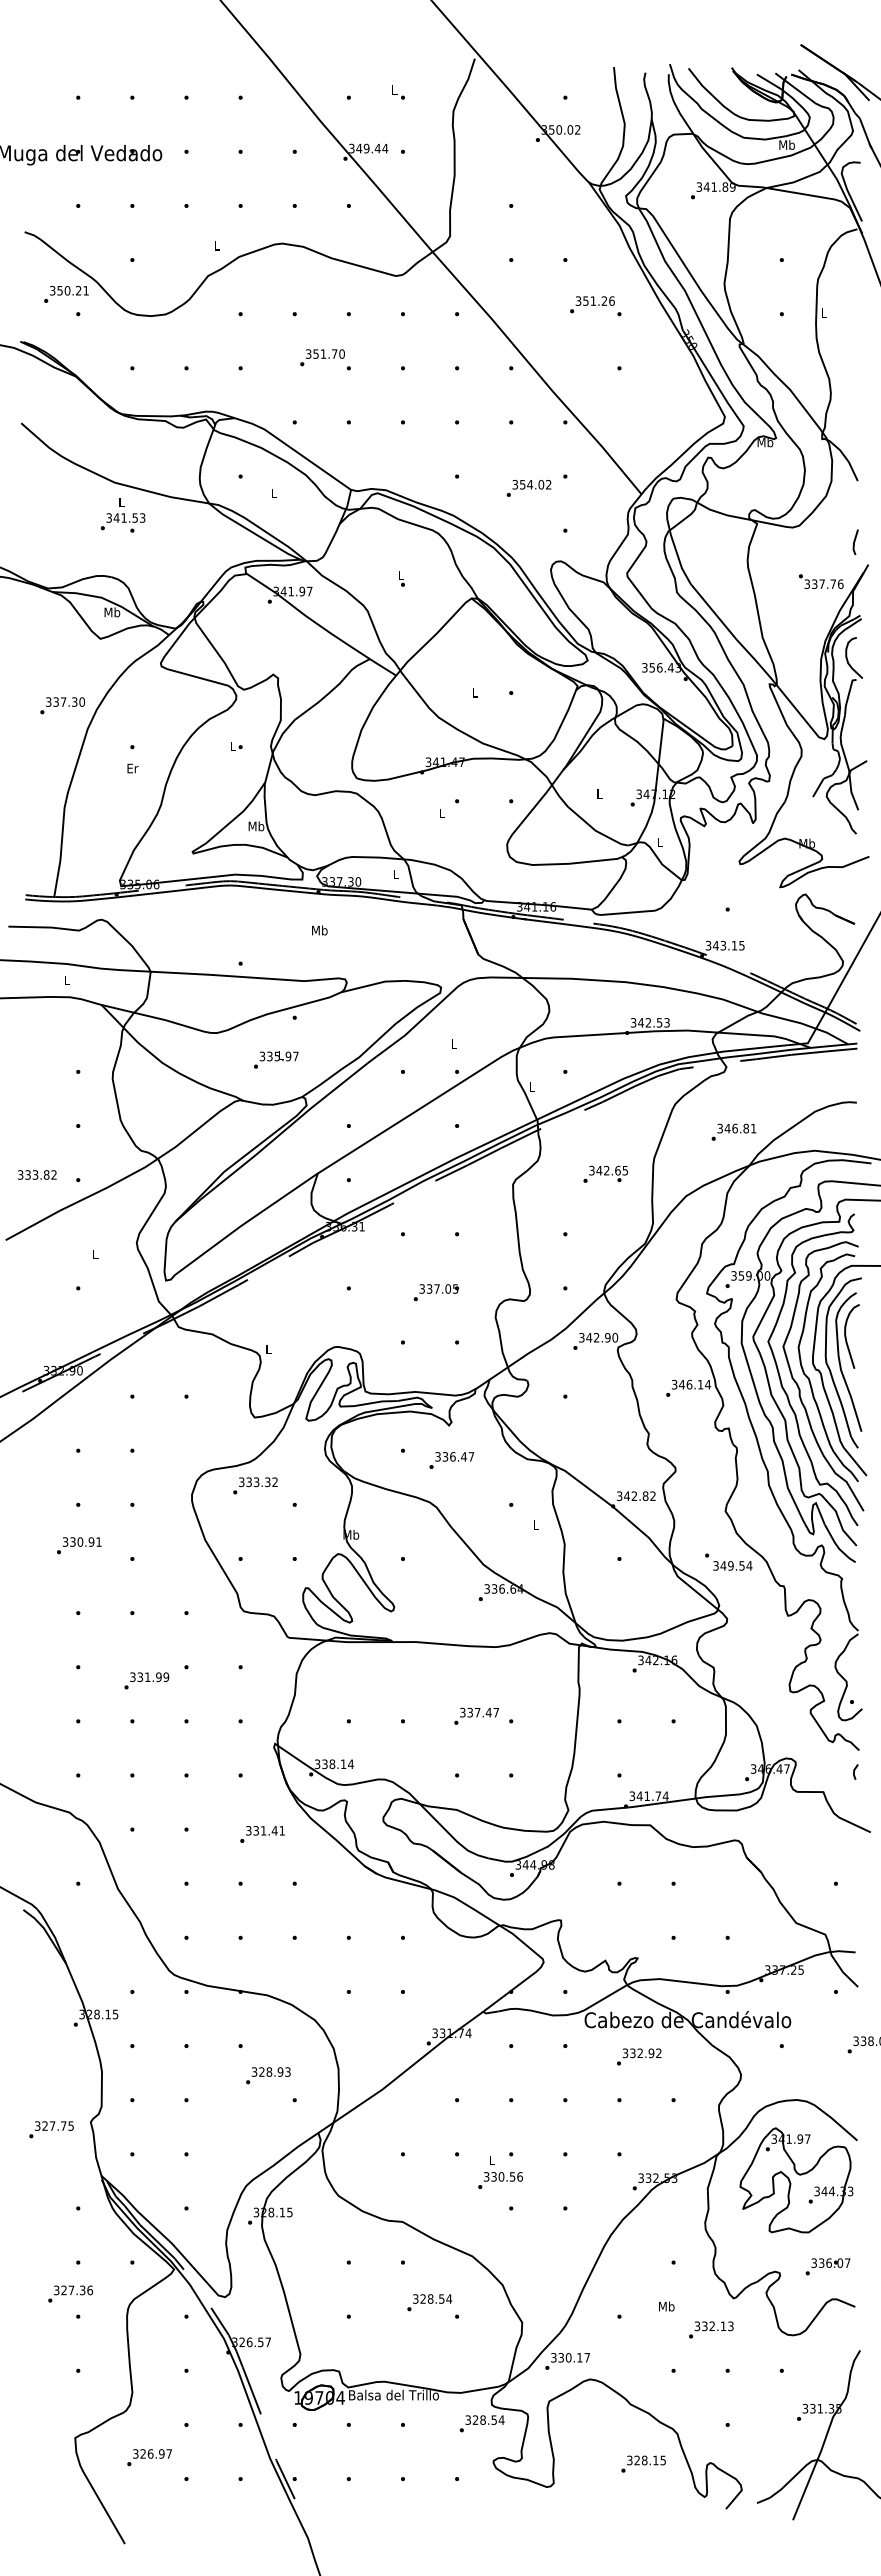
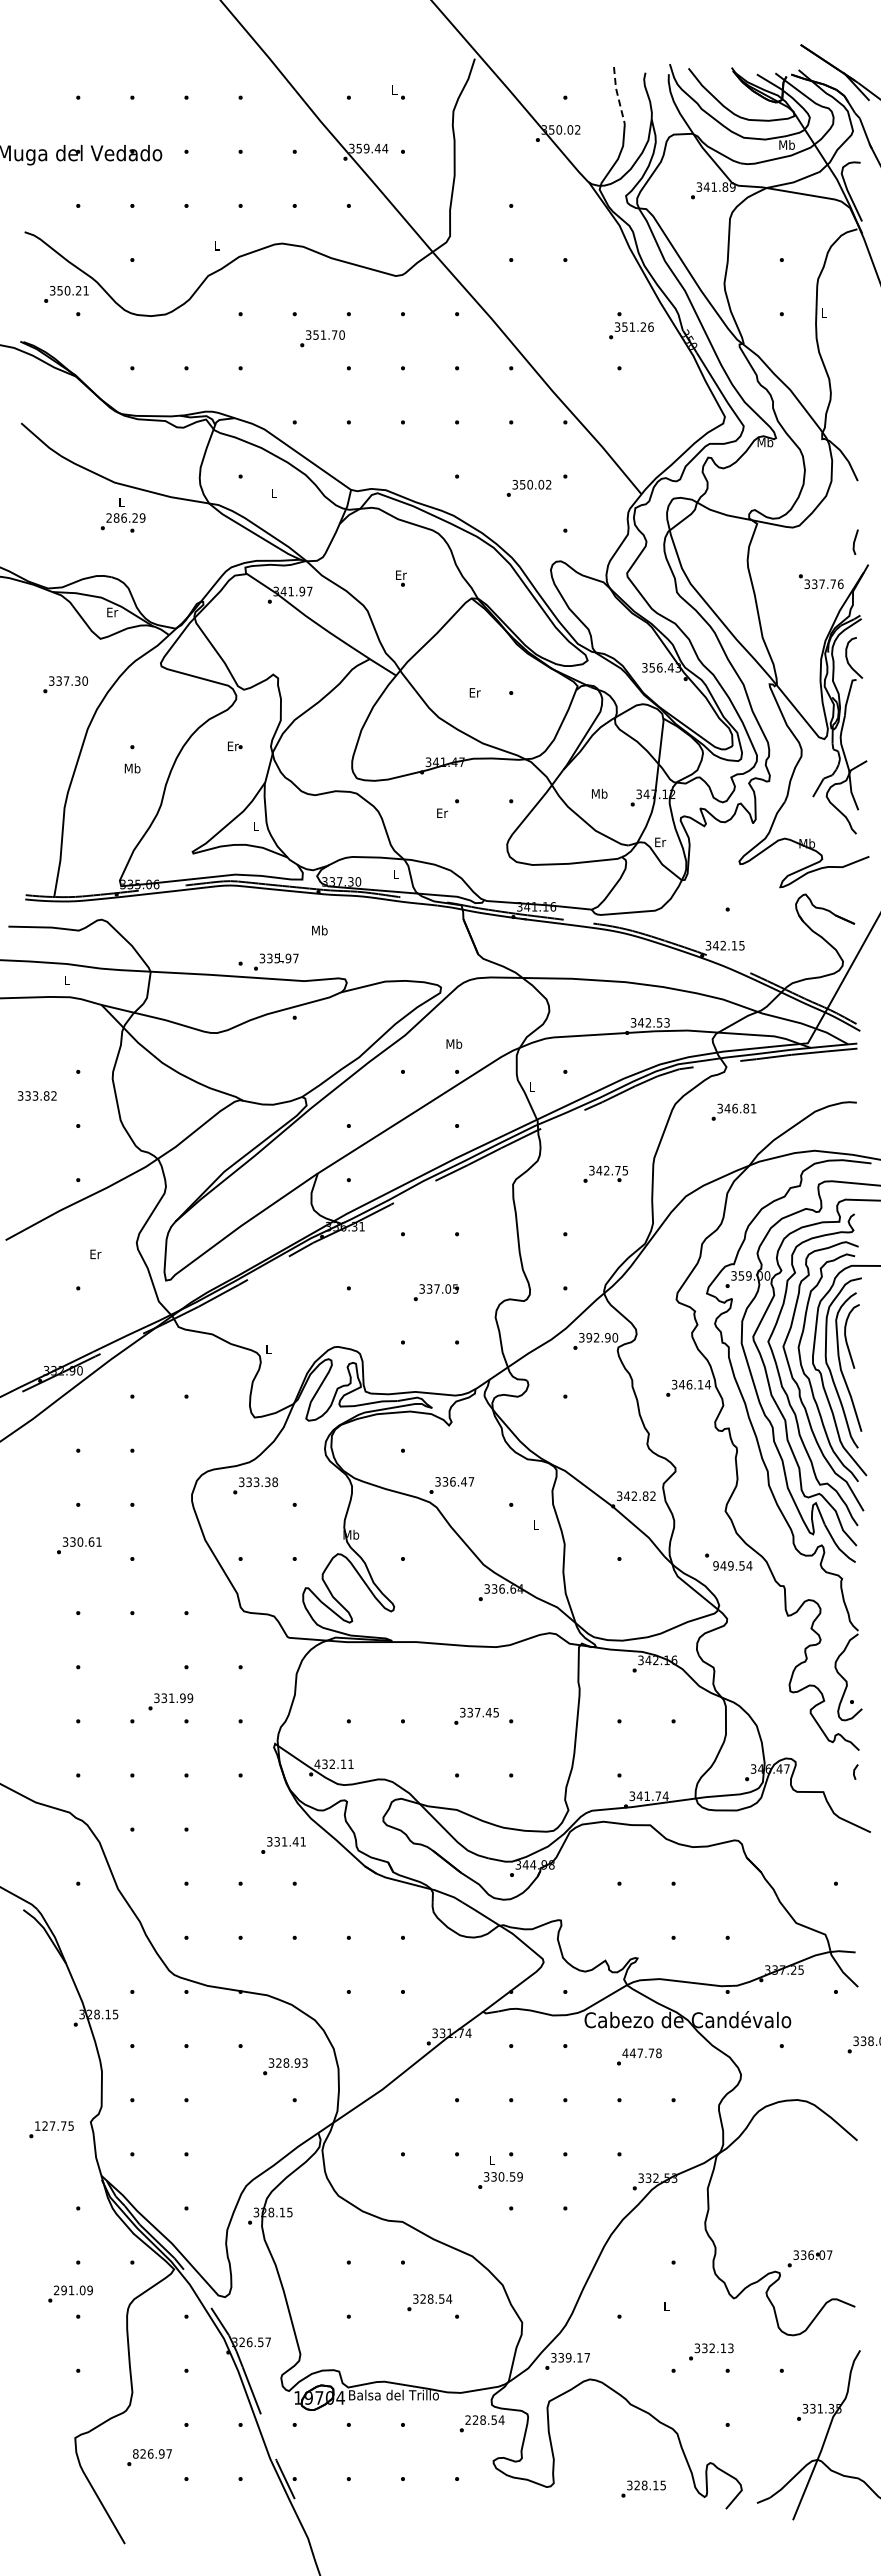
line at (617, 95): solid -> dashed
text at (359, 148): 349.44 -> 359.44
text at (592, 304) position: (592, 304) -> (631, 330)
text at (322, 357) position: (322, 357) -> (322, 338)
text at (530, 484): 354.02 -> 350.02
text at (125, 517): 341.53 -> 286.29
text at (401, 574): L -> Er
text at (112, 612): Mb -> Er
text at (474, 692): L -> Er
text at (62, 705) position: (62, 705) -> (65, 684)
text at (232, 746): L -> Er
text at (132, 768): Er -> Mb
text at (599, 793): L -> Mb
text at (442, 812): L -> Er
text at (256, 826): Mb -> L
text at (660, 842): L -> Er
text at (723, 945): 343.15 -> 342.15
text at (454, 1043): L -> Mb
text at (276, 1059) position: (276, 1059) -> (276, 961)
text at (733, 1131) position: (733, 1131) -> (733, 1111)
text at (617, 1170): 342.65 -> 342.75
text at (37, 1174) position: (37, 1174) -> (37, 1095)
text at (95, 1254): L -> Er
text at (589, 1337): 342.90 -> 392.90
text at (451, 1460) position: (451, 1460) -> (451, 1485)
text at (274, 1482): 333.32 -> 333.38
text at (91, 1541): 330.91 -> 330.61
text at (715, 1565): 349.54 -> 949.54
text at (146, 1680) position: (146, 1680) -> (170, 1701)
text at (495, 1712): 337.47 -> 337.45
text at (333, 1764): 338.14 -> 432.11
text at (262, 1834) position: (262, 1834) -> (283, 1845)
text at (641, 2053): 332.92 -> 447.78
text at (268, 2075) position: (268, 2075) -> (285, 2066)
text at (37, 2125): 327.75 -> 127.75
text at (519, 2176): 330.56 -> 330.59
part at (796, 2180): present -> none
text at (827, 2266) position: (827, 2266) -> (809, 2258)
text at (73, 2290): 327.36 -> 291.09
text at (666, 2306): Mb -> L
text at (711, 2329) position: (711, 2329) -> (711, 2351)
text at (568, 2357): 330.17 -> 339.17
text at (467, 2419): 328.54 -> 228.54
text at (135, 2453): 326.97 -> 826.97
text at (643, 2463) position: (643, 2463) -> (643, 2488)
